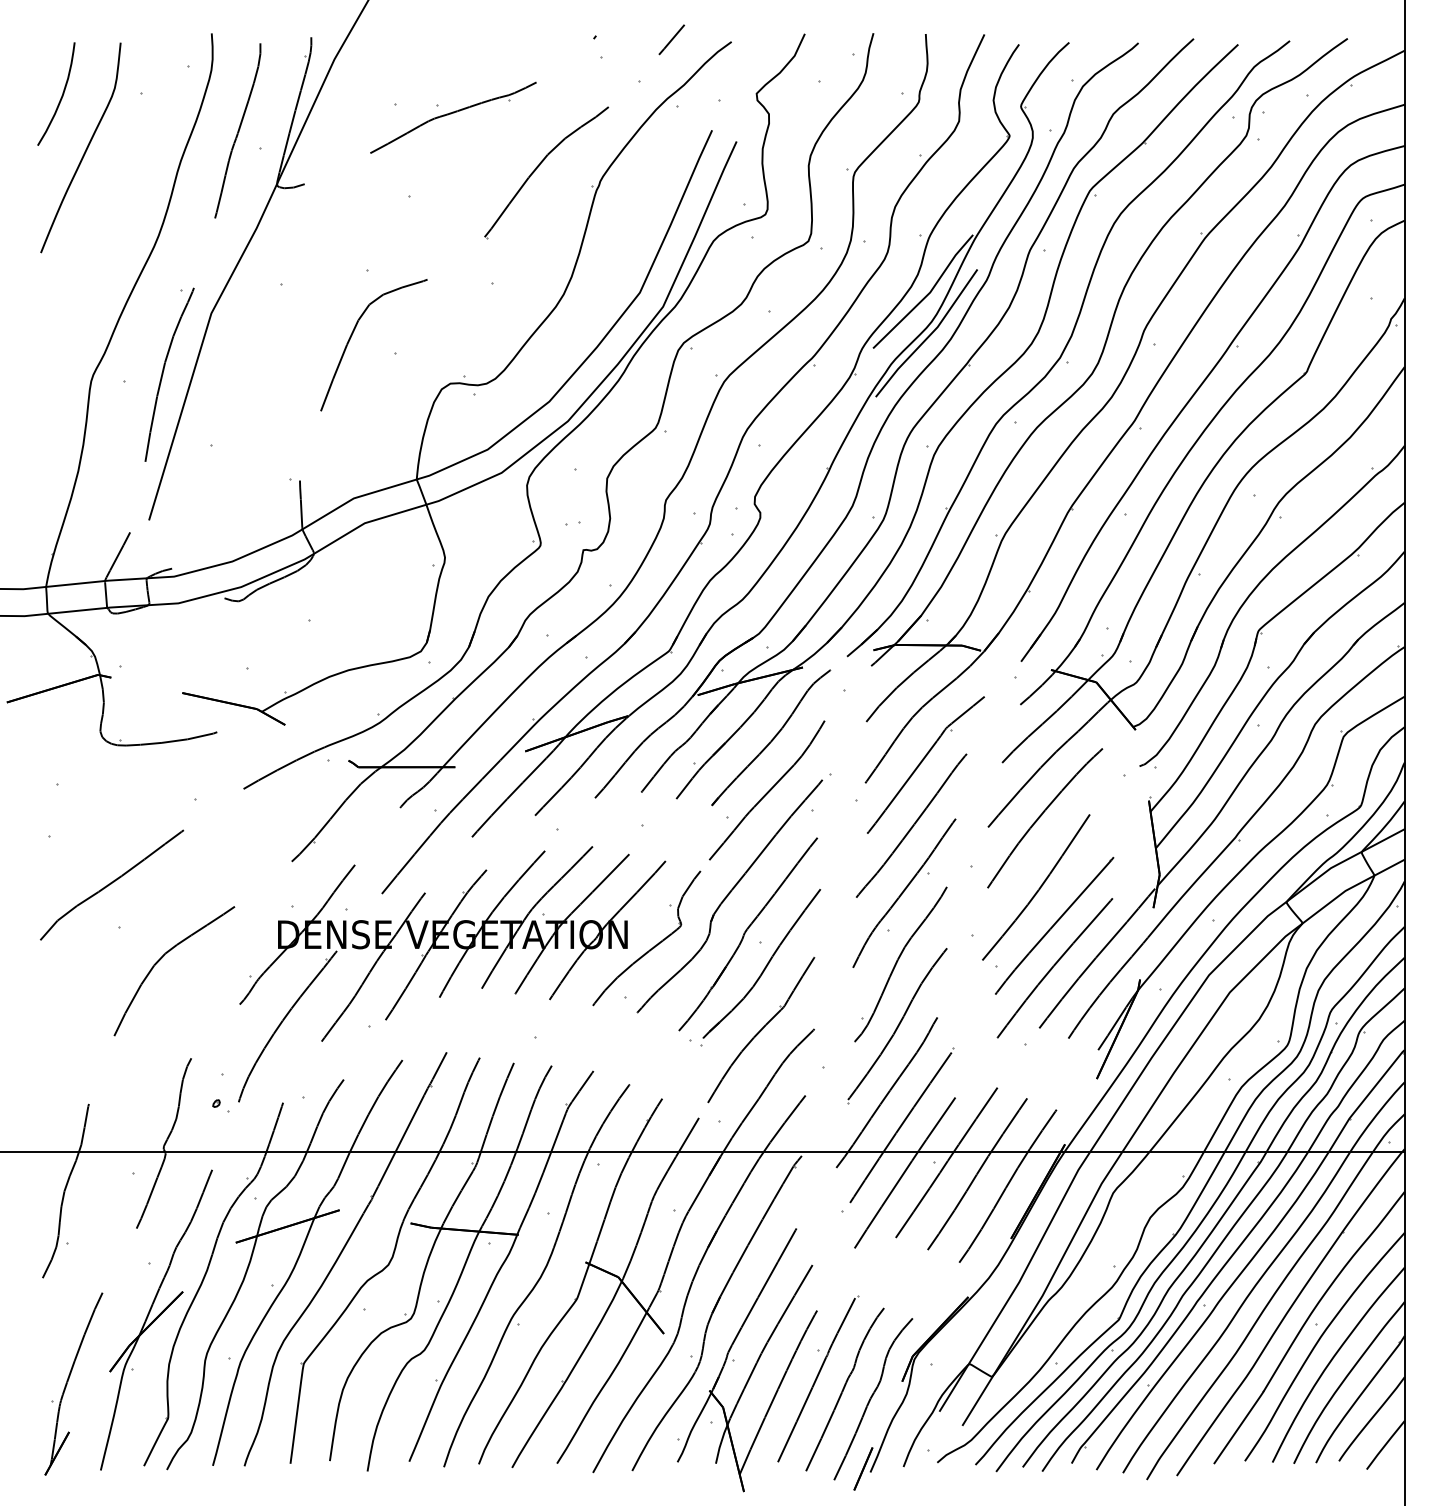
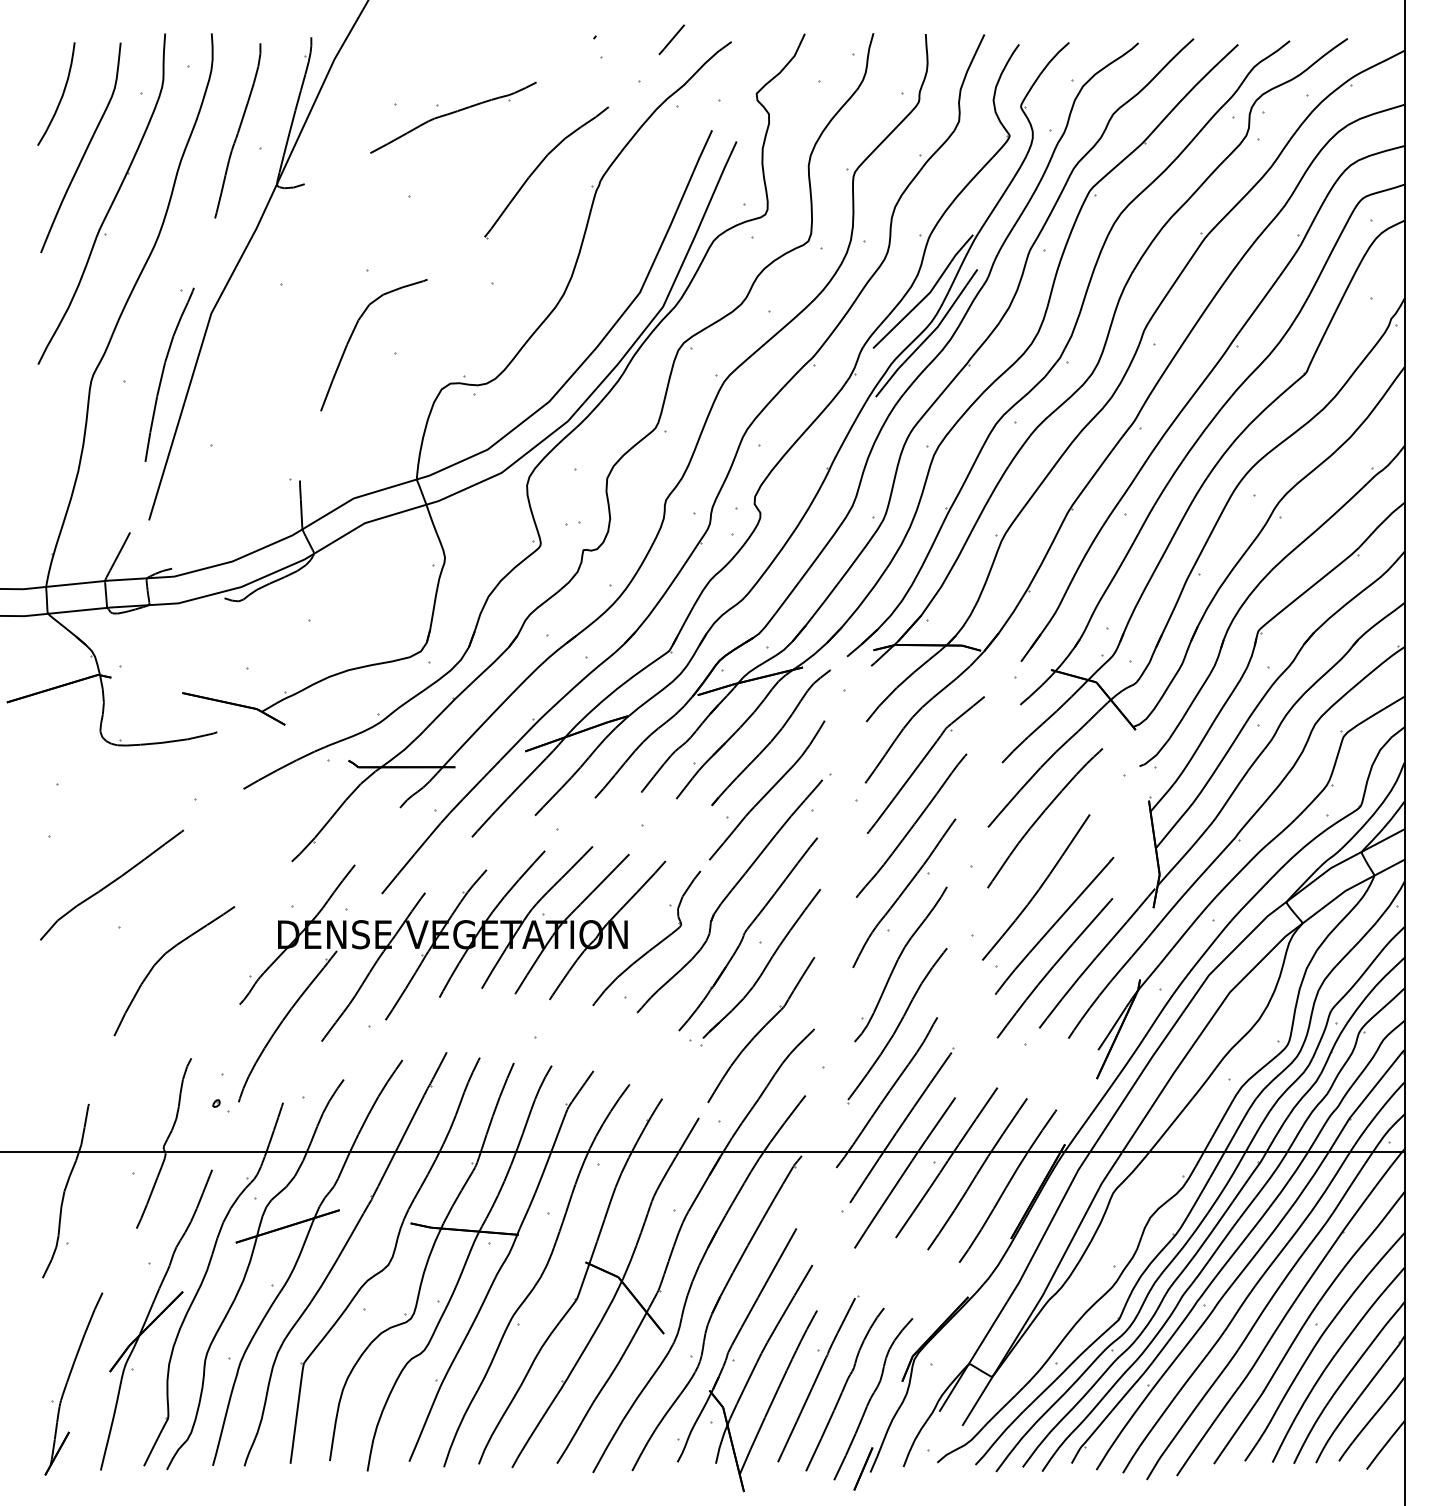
part at (111, 202): none -> present
